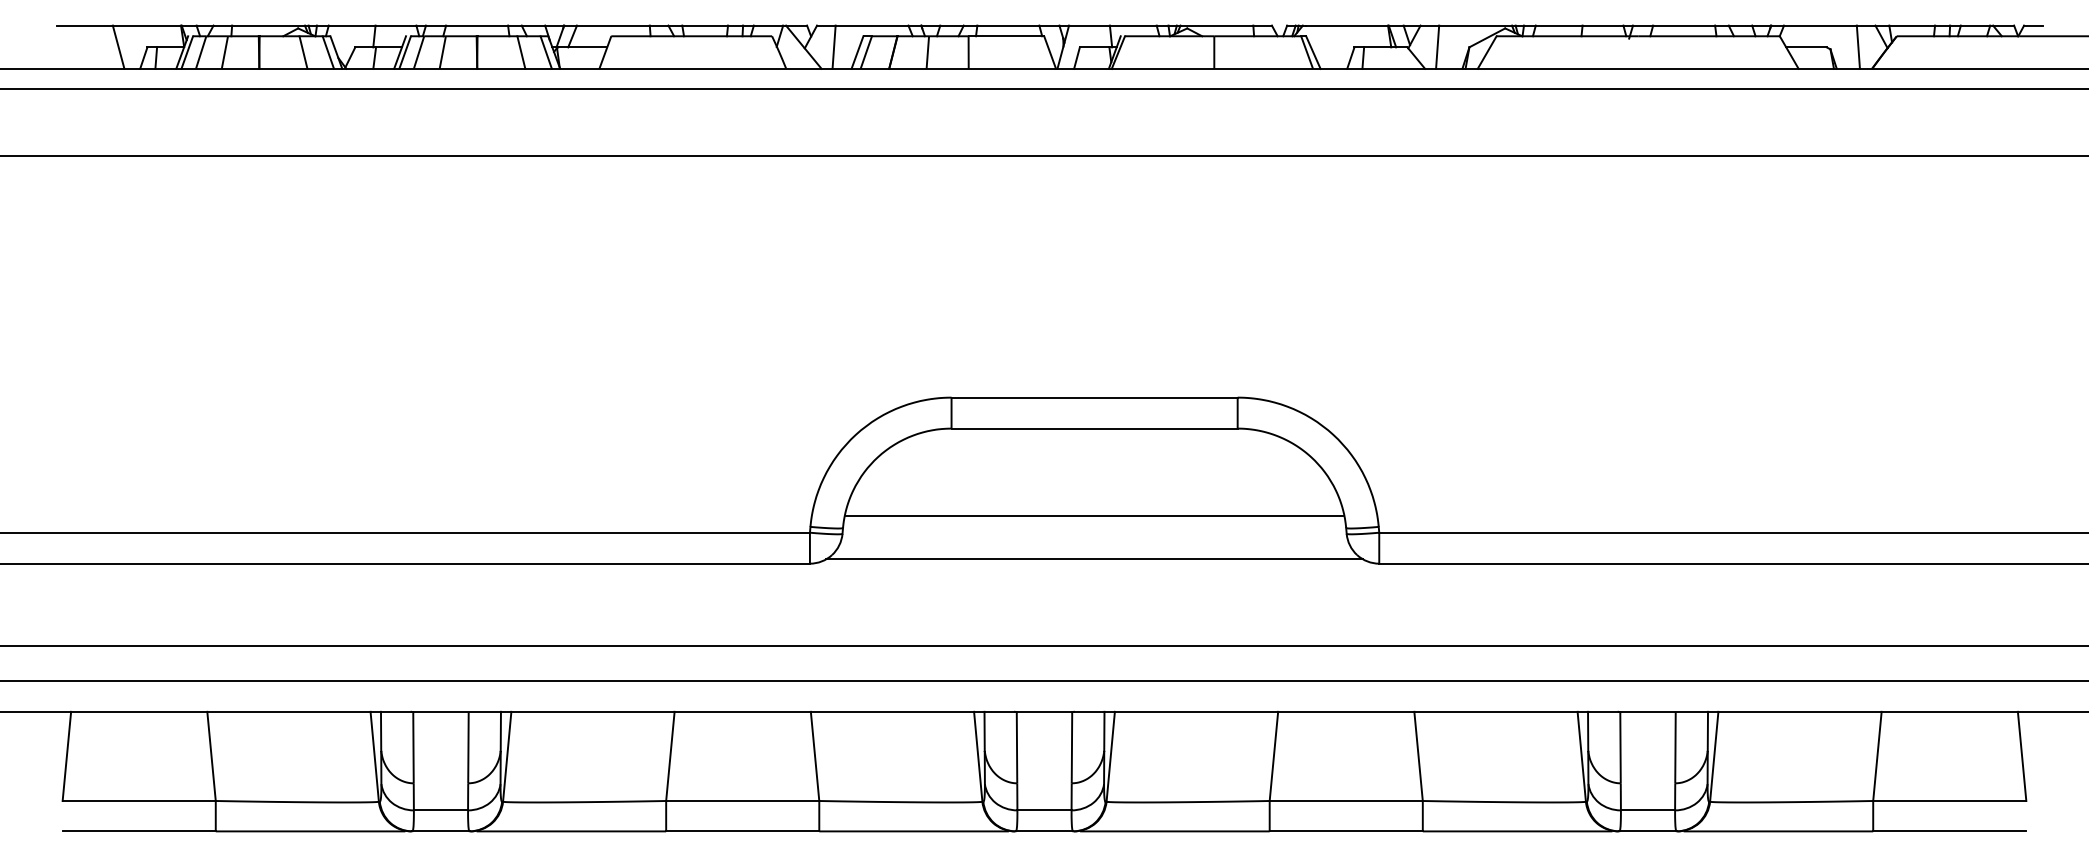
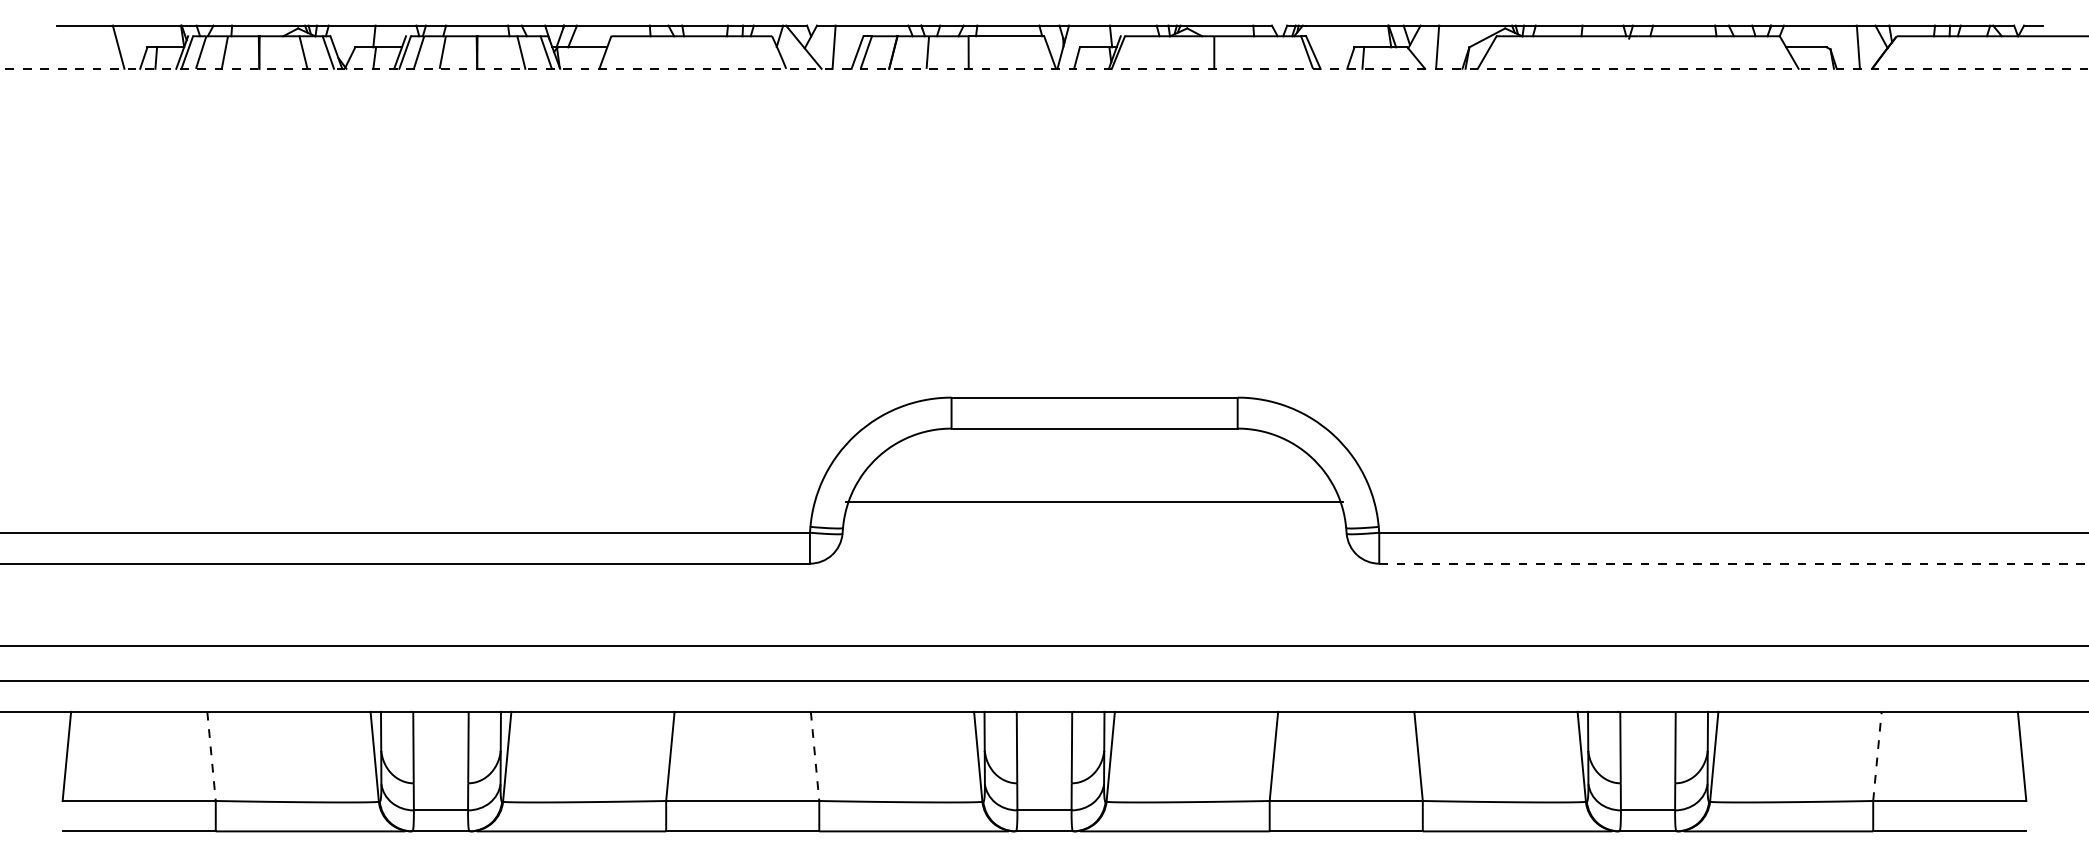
line at (1044, 68): solid -> dashed
line at (1043, 88): present -> none
line at (1043, 155): present -> none
line at (1094, 515) position: (1094, 515) -> (1094, 501)
line at (1094, 559): present -> none
line at (1734, 563): solid -> dashed
line at (211, 756): solid -> dashed
line at (815, 756): solid -> dashed
line at (1877, 756): solid -> dashed
